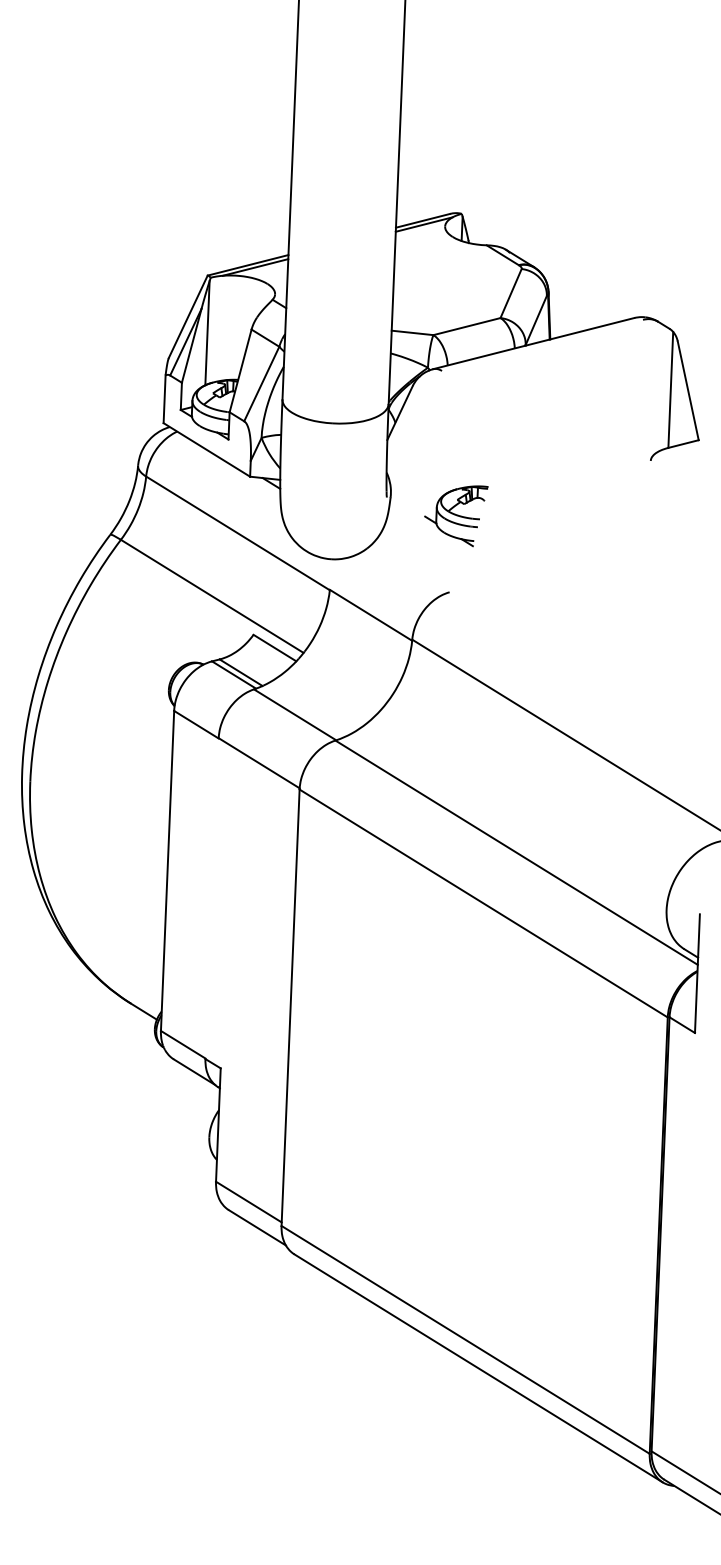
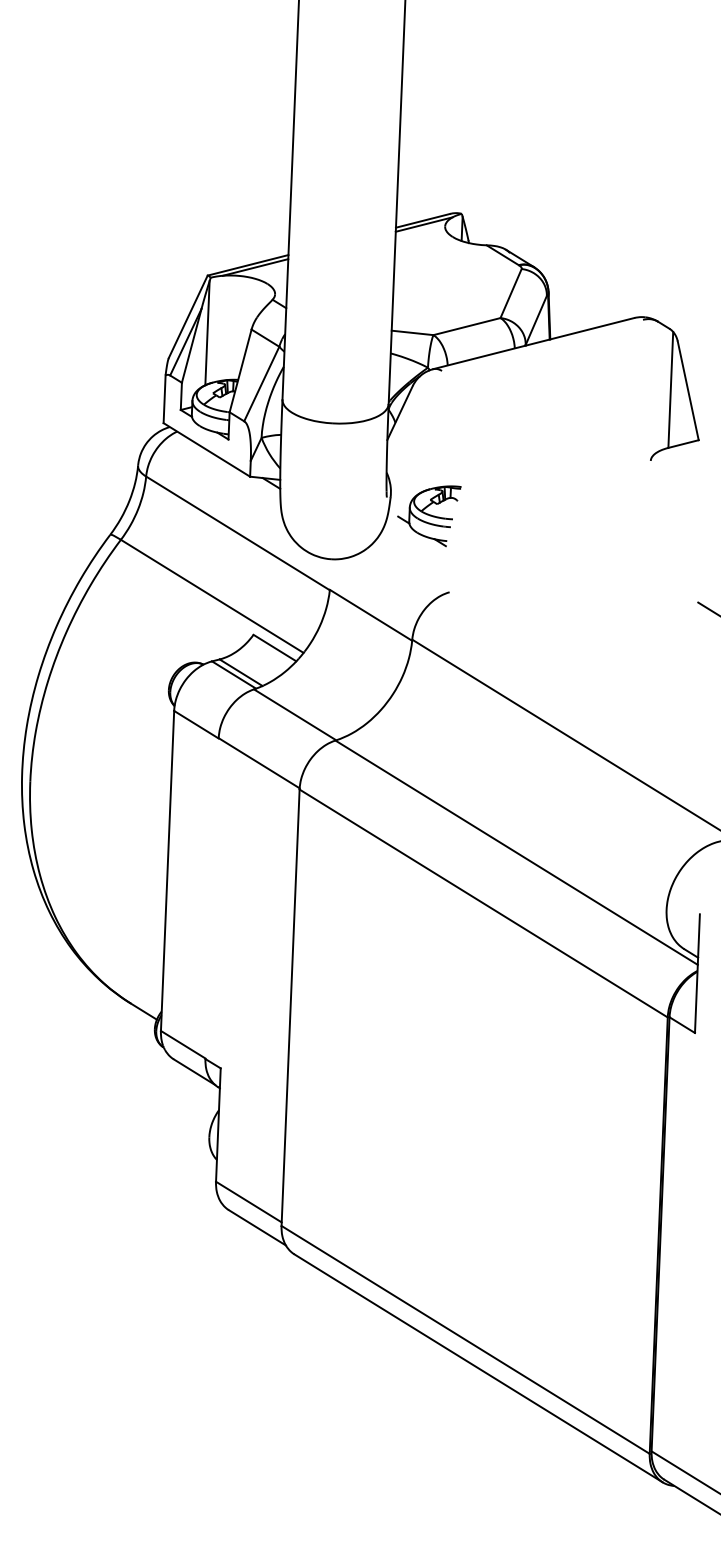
part at (456, 516) position: (456, 516) -> (429, 516)
line at (707, 608): none -> present
